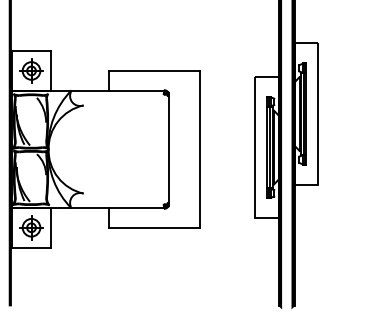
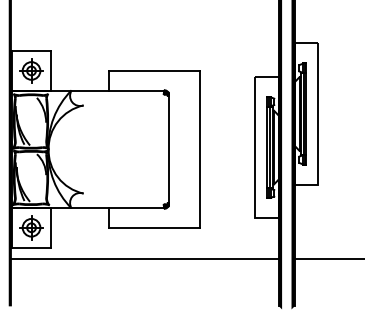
line at (144, 259): none -> present
line at (327, 259): none -> present
